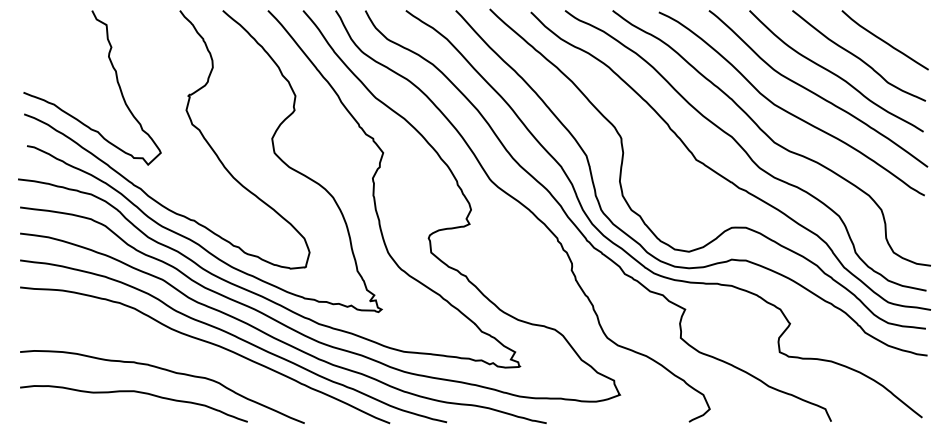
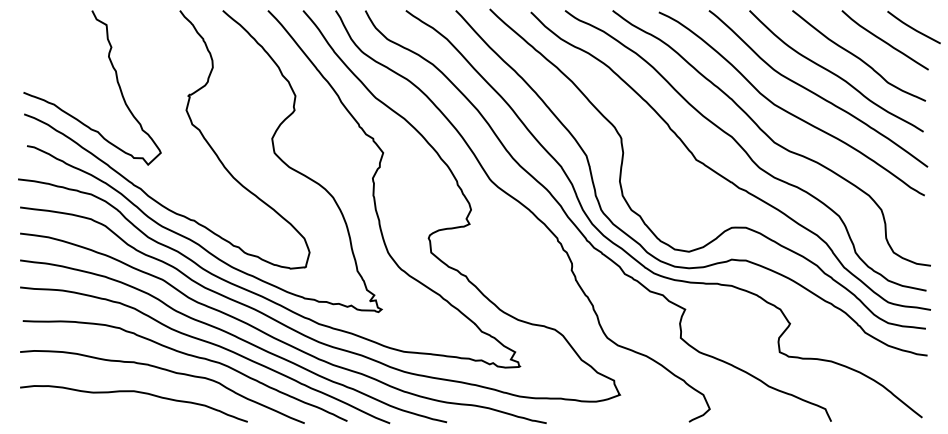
curve at (913, 27): none -> present
curve at (186, 355): none -> present
